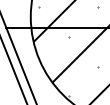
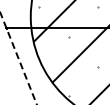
line at (18, 57): solid -> dashed
line at (14, 70): present -> none
